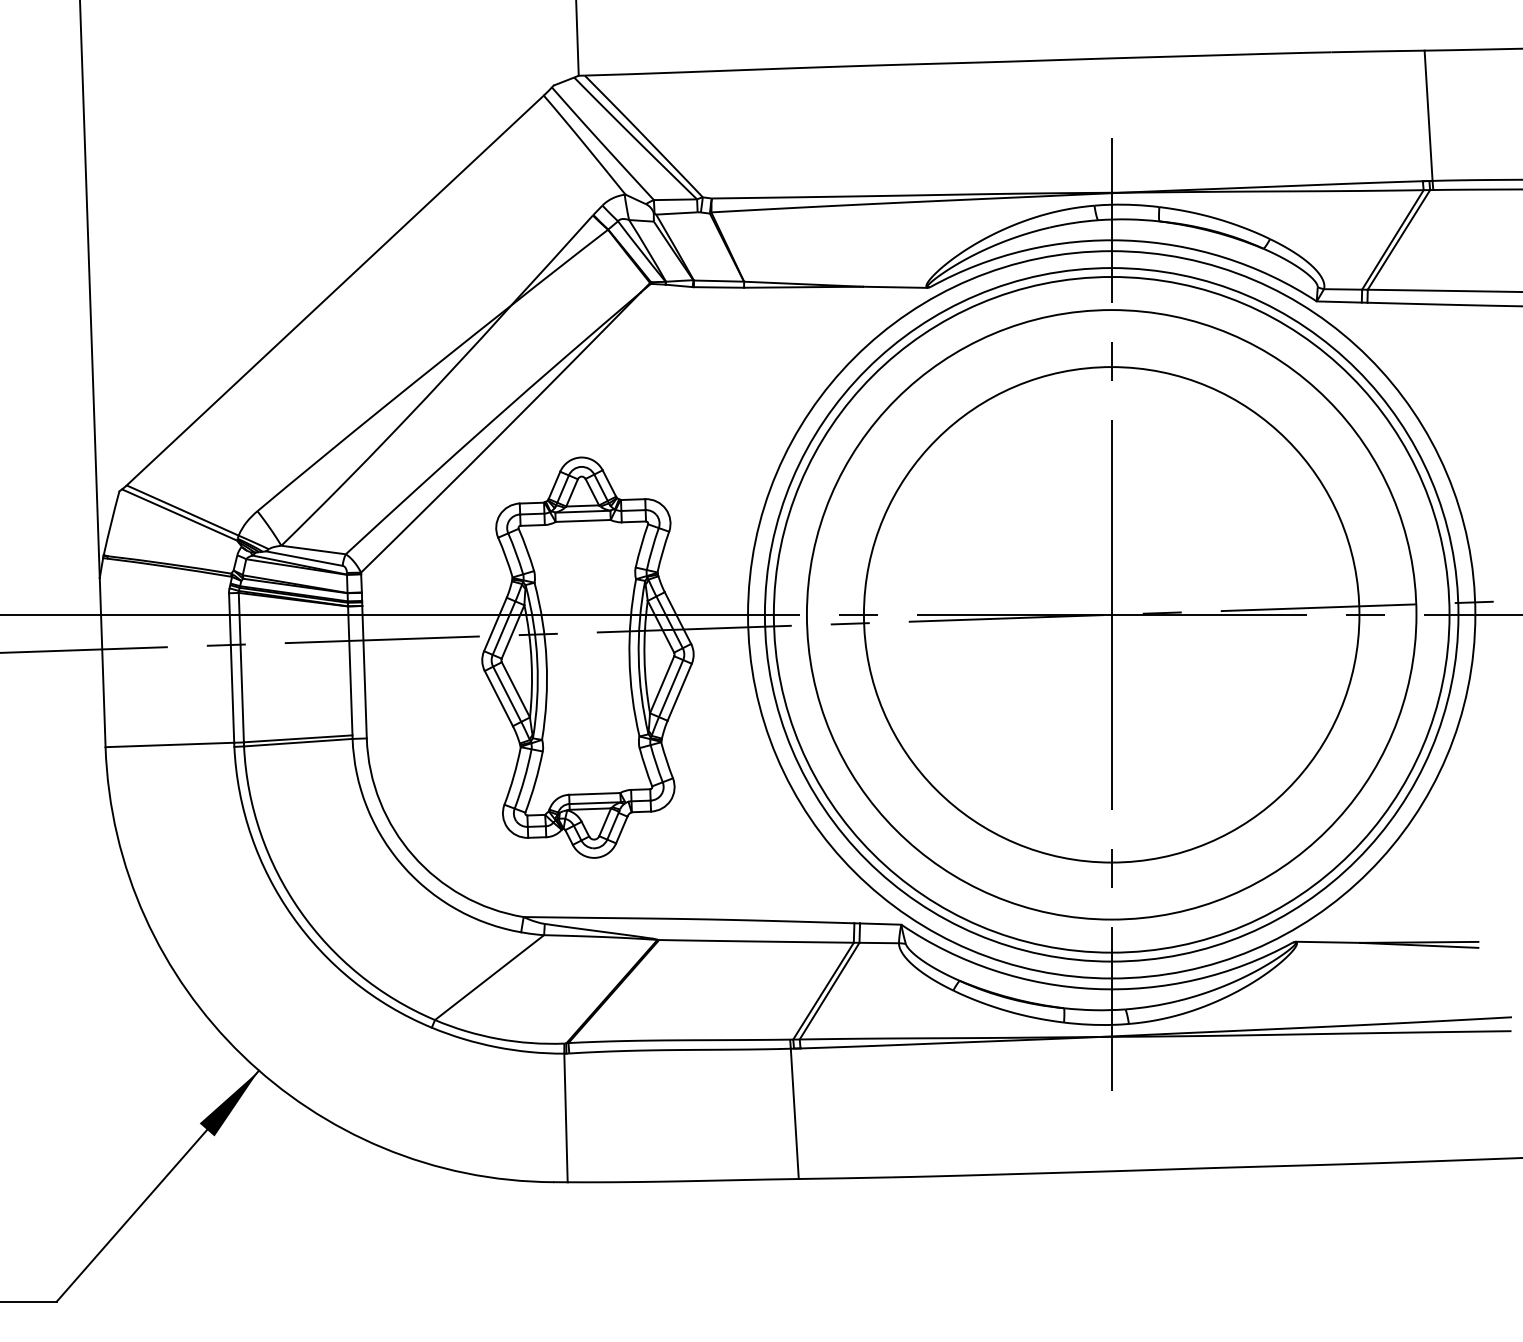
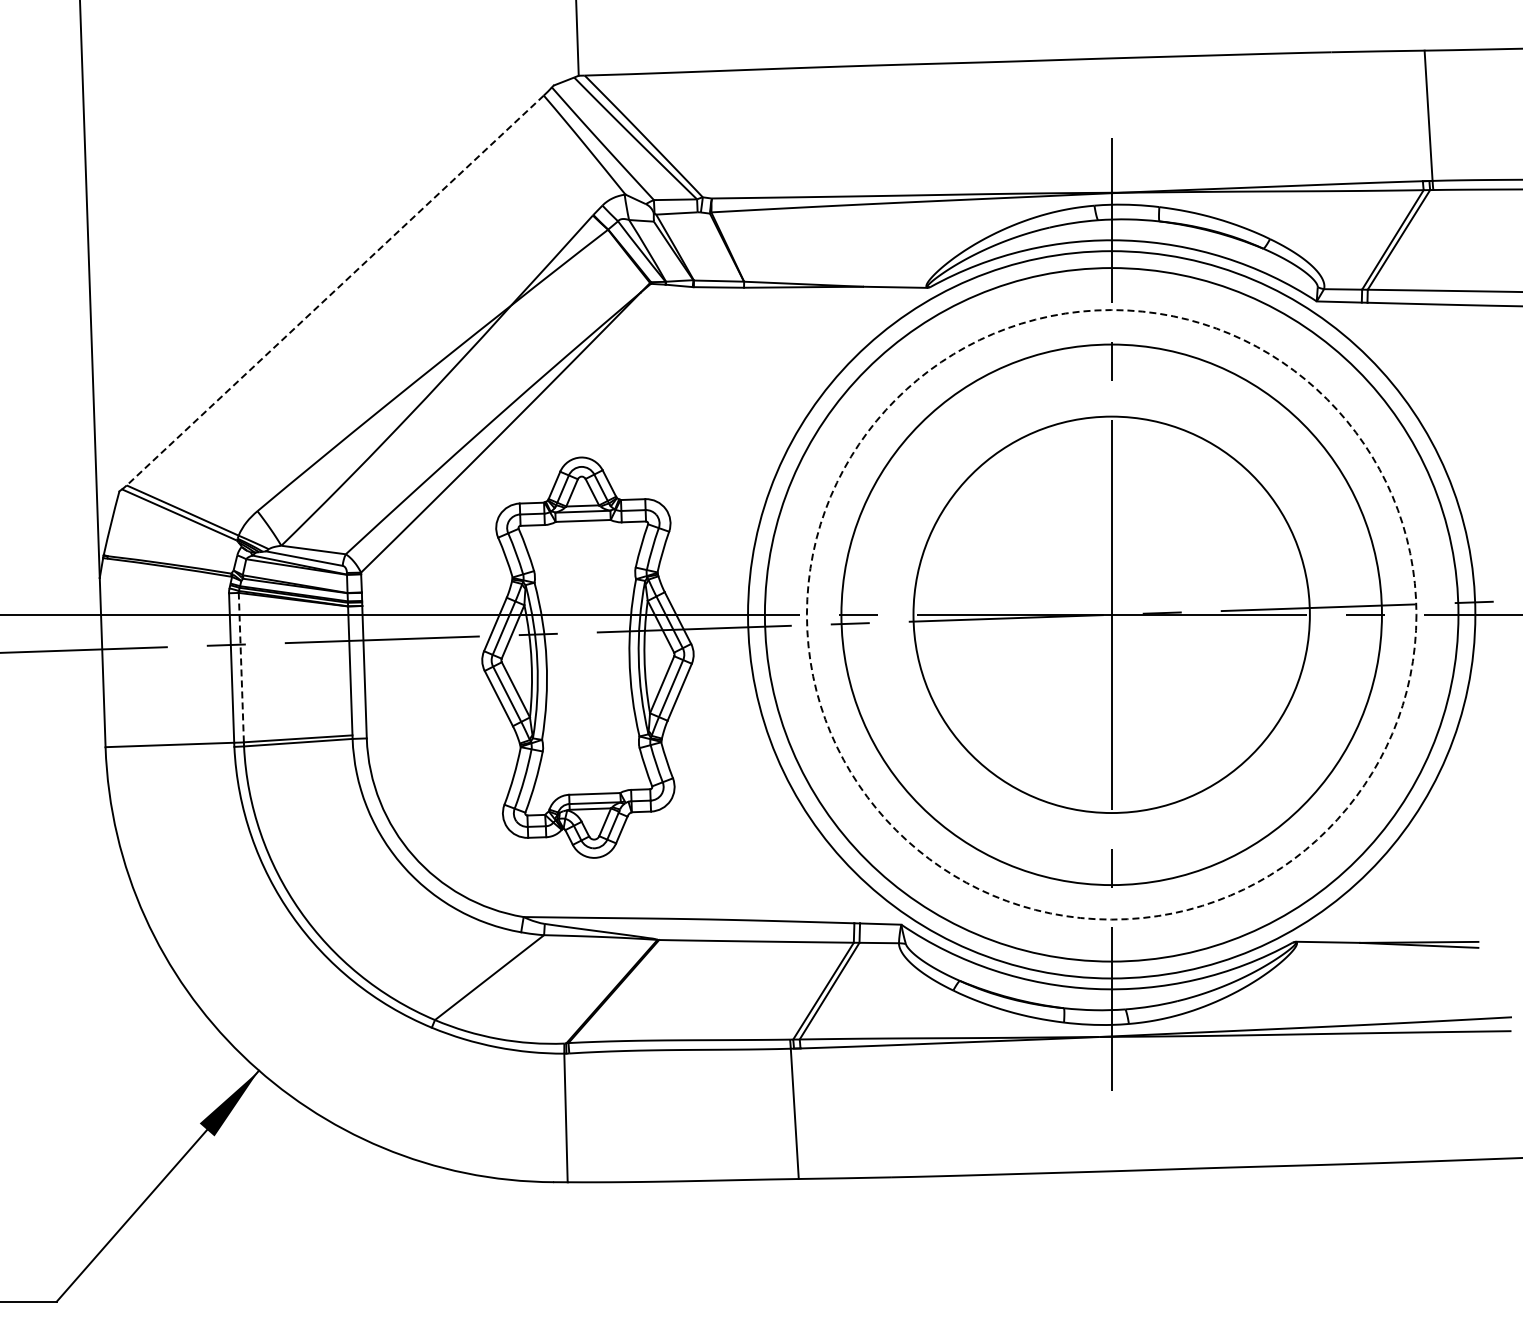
line at (334, 290): solid -> dashed
circle at (1111, 614) diameter: 495 px -> 396 px
circle at (1111, 614) diameter: 676 px -> 541 px
circle at (1111, 614): solid -> dashed
line at (241, 667): solid -> dashed
